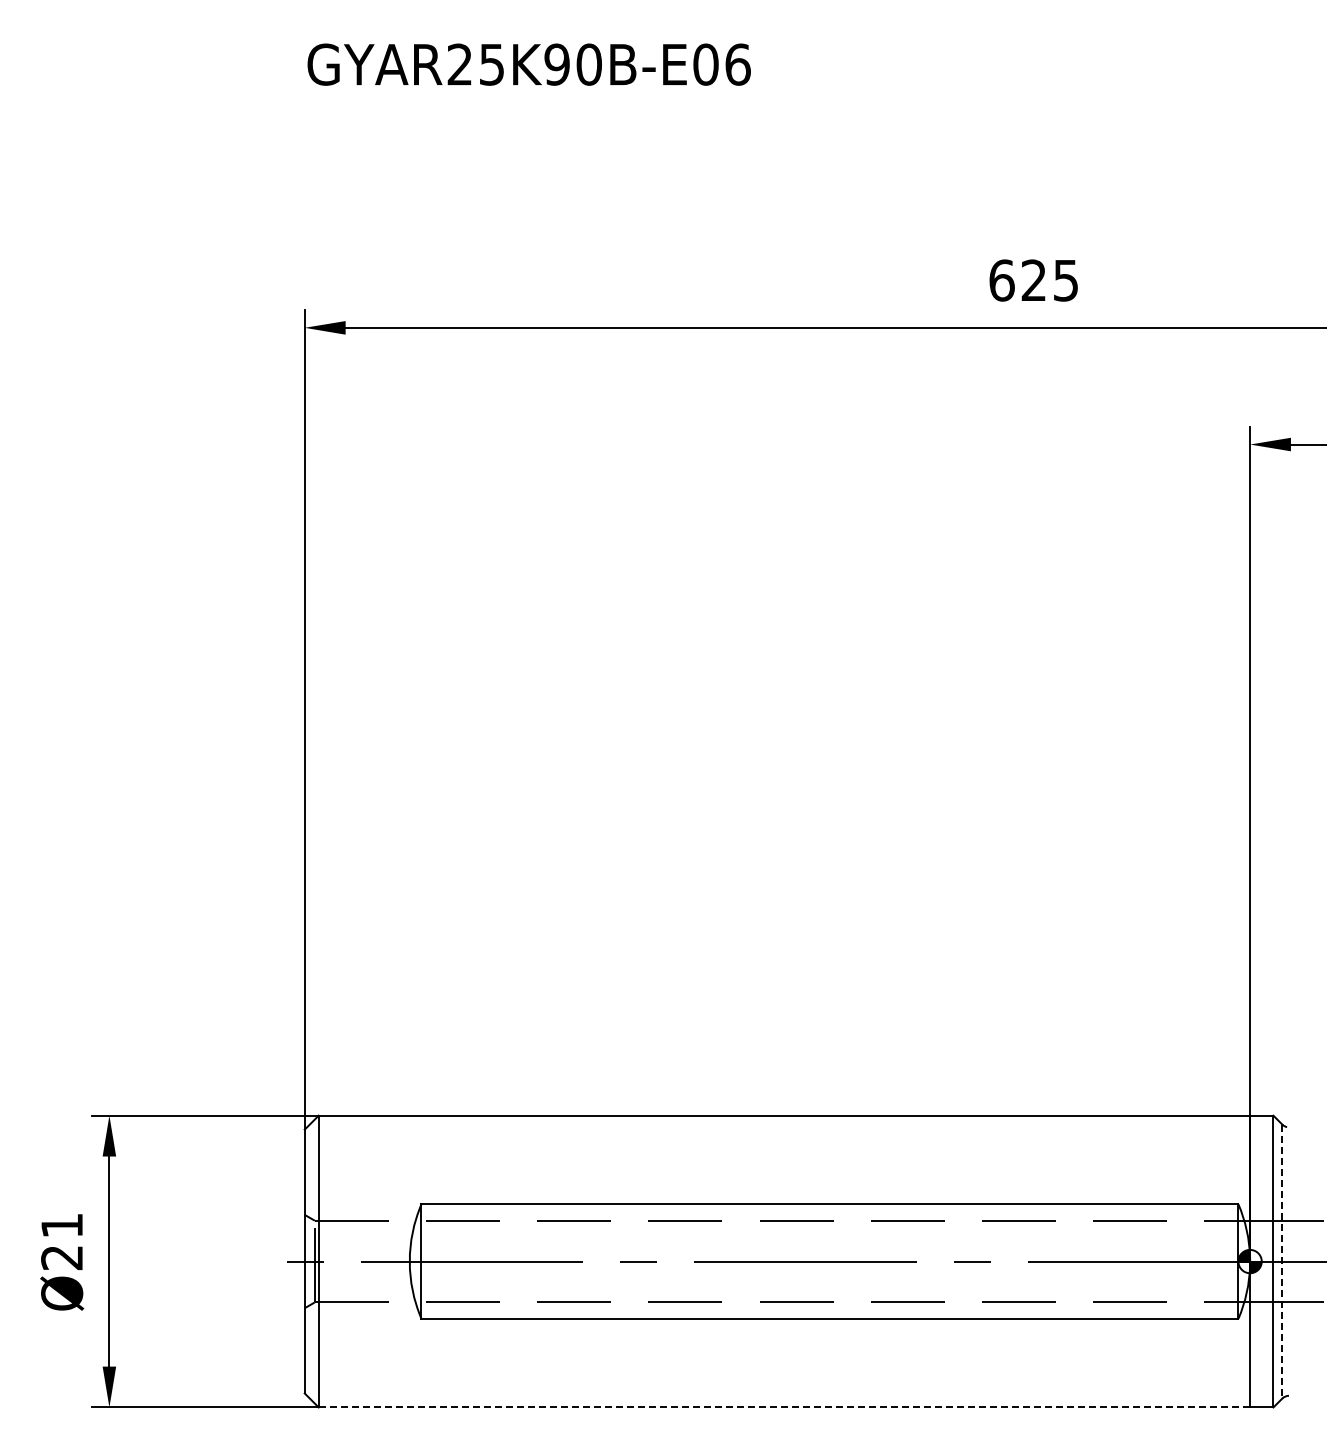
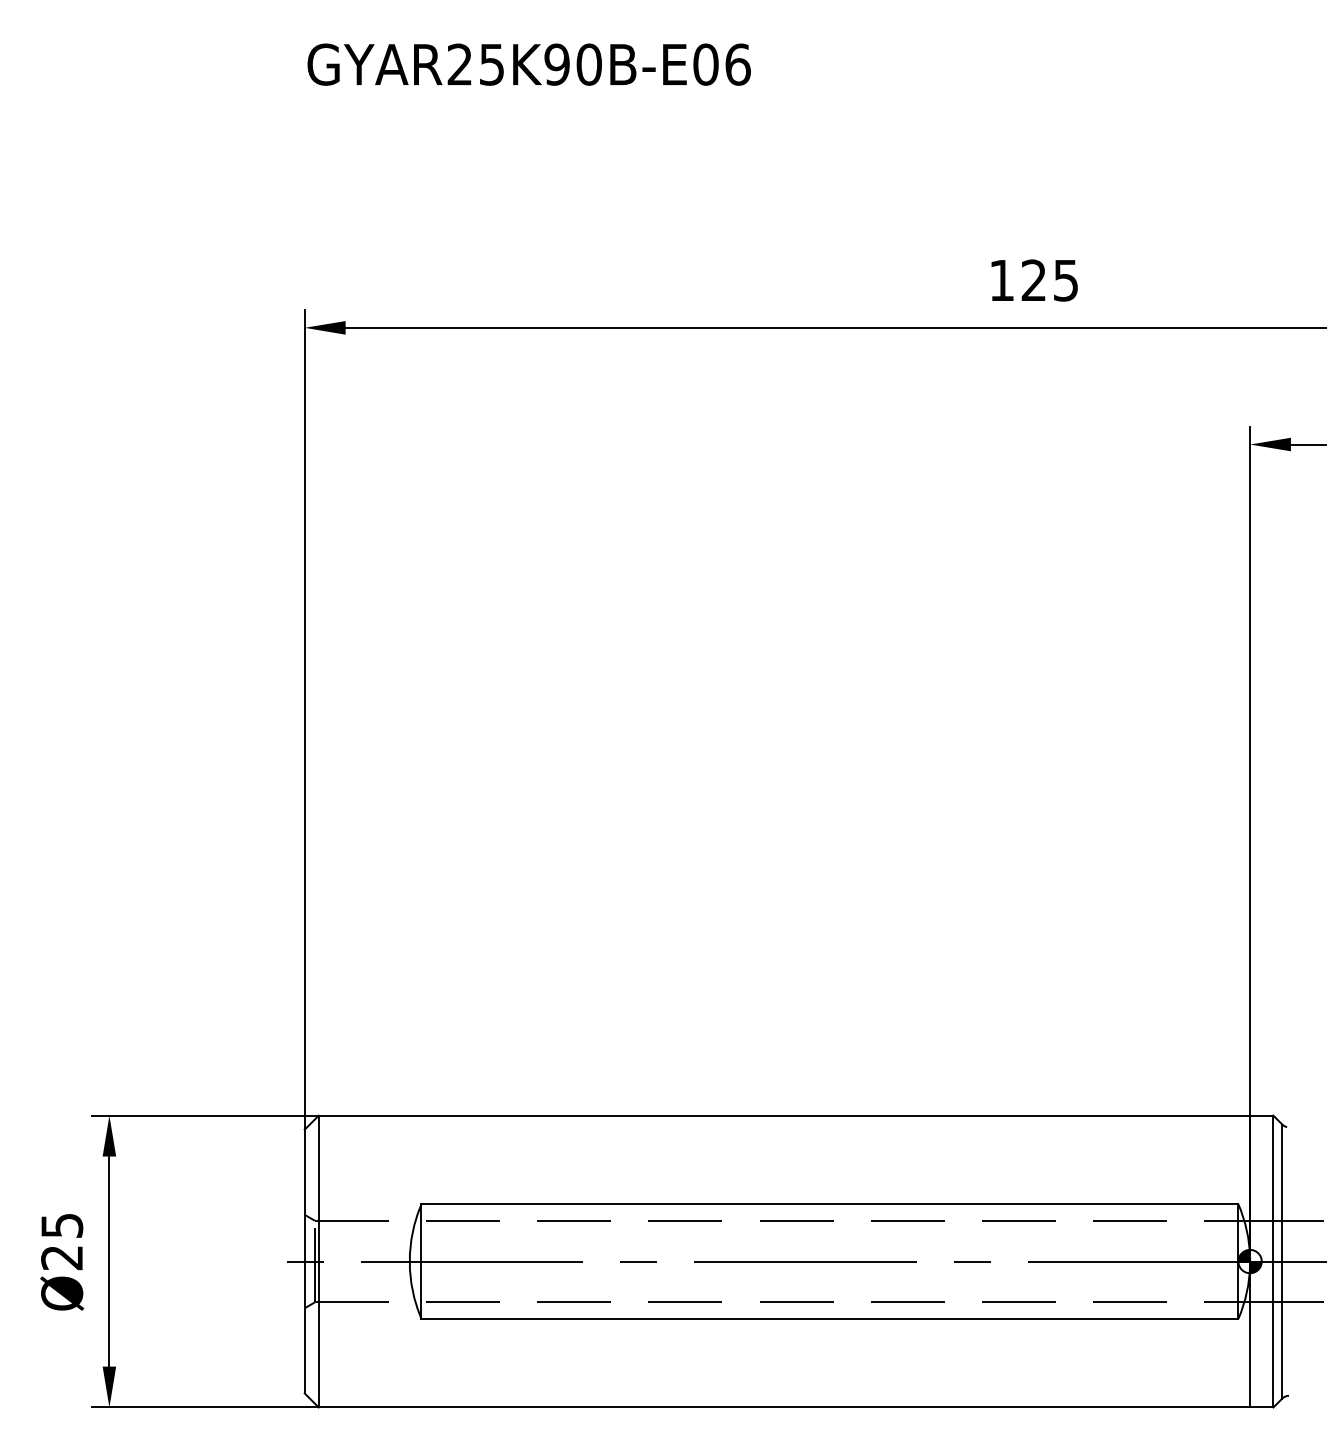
text at (1001, 280): 625 -> 125
text at (62, 1225): Ø21 -> Ø25
line at (1282, 1261): dashed -> solid
line at (784, 1407): dashed -> solid
